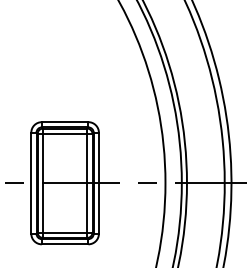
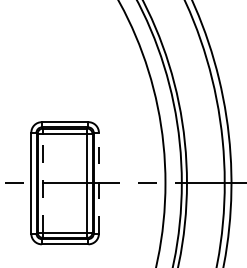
line at (42, 182): solid -> dashed
line at (98, 183): solid -> dashed
